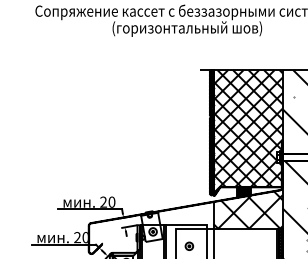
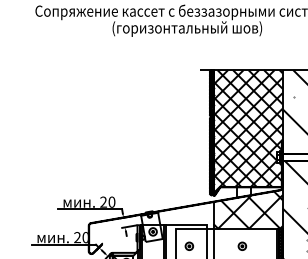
fill at (244, 192): present -> none
part at (242, 245): none -> present
